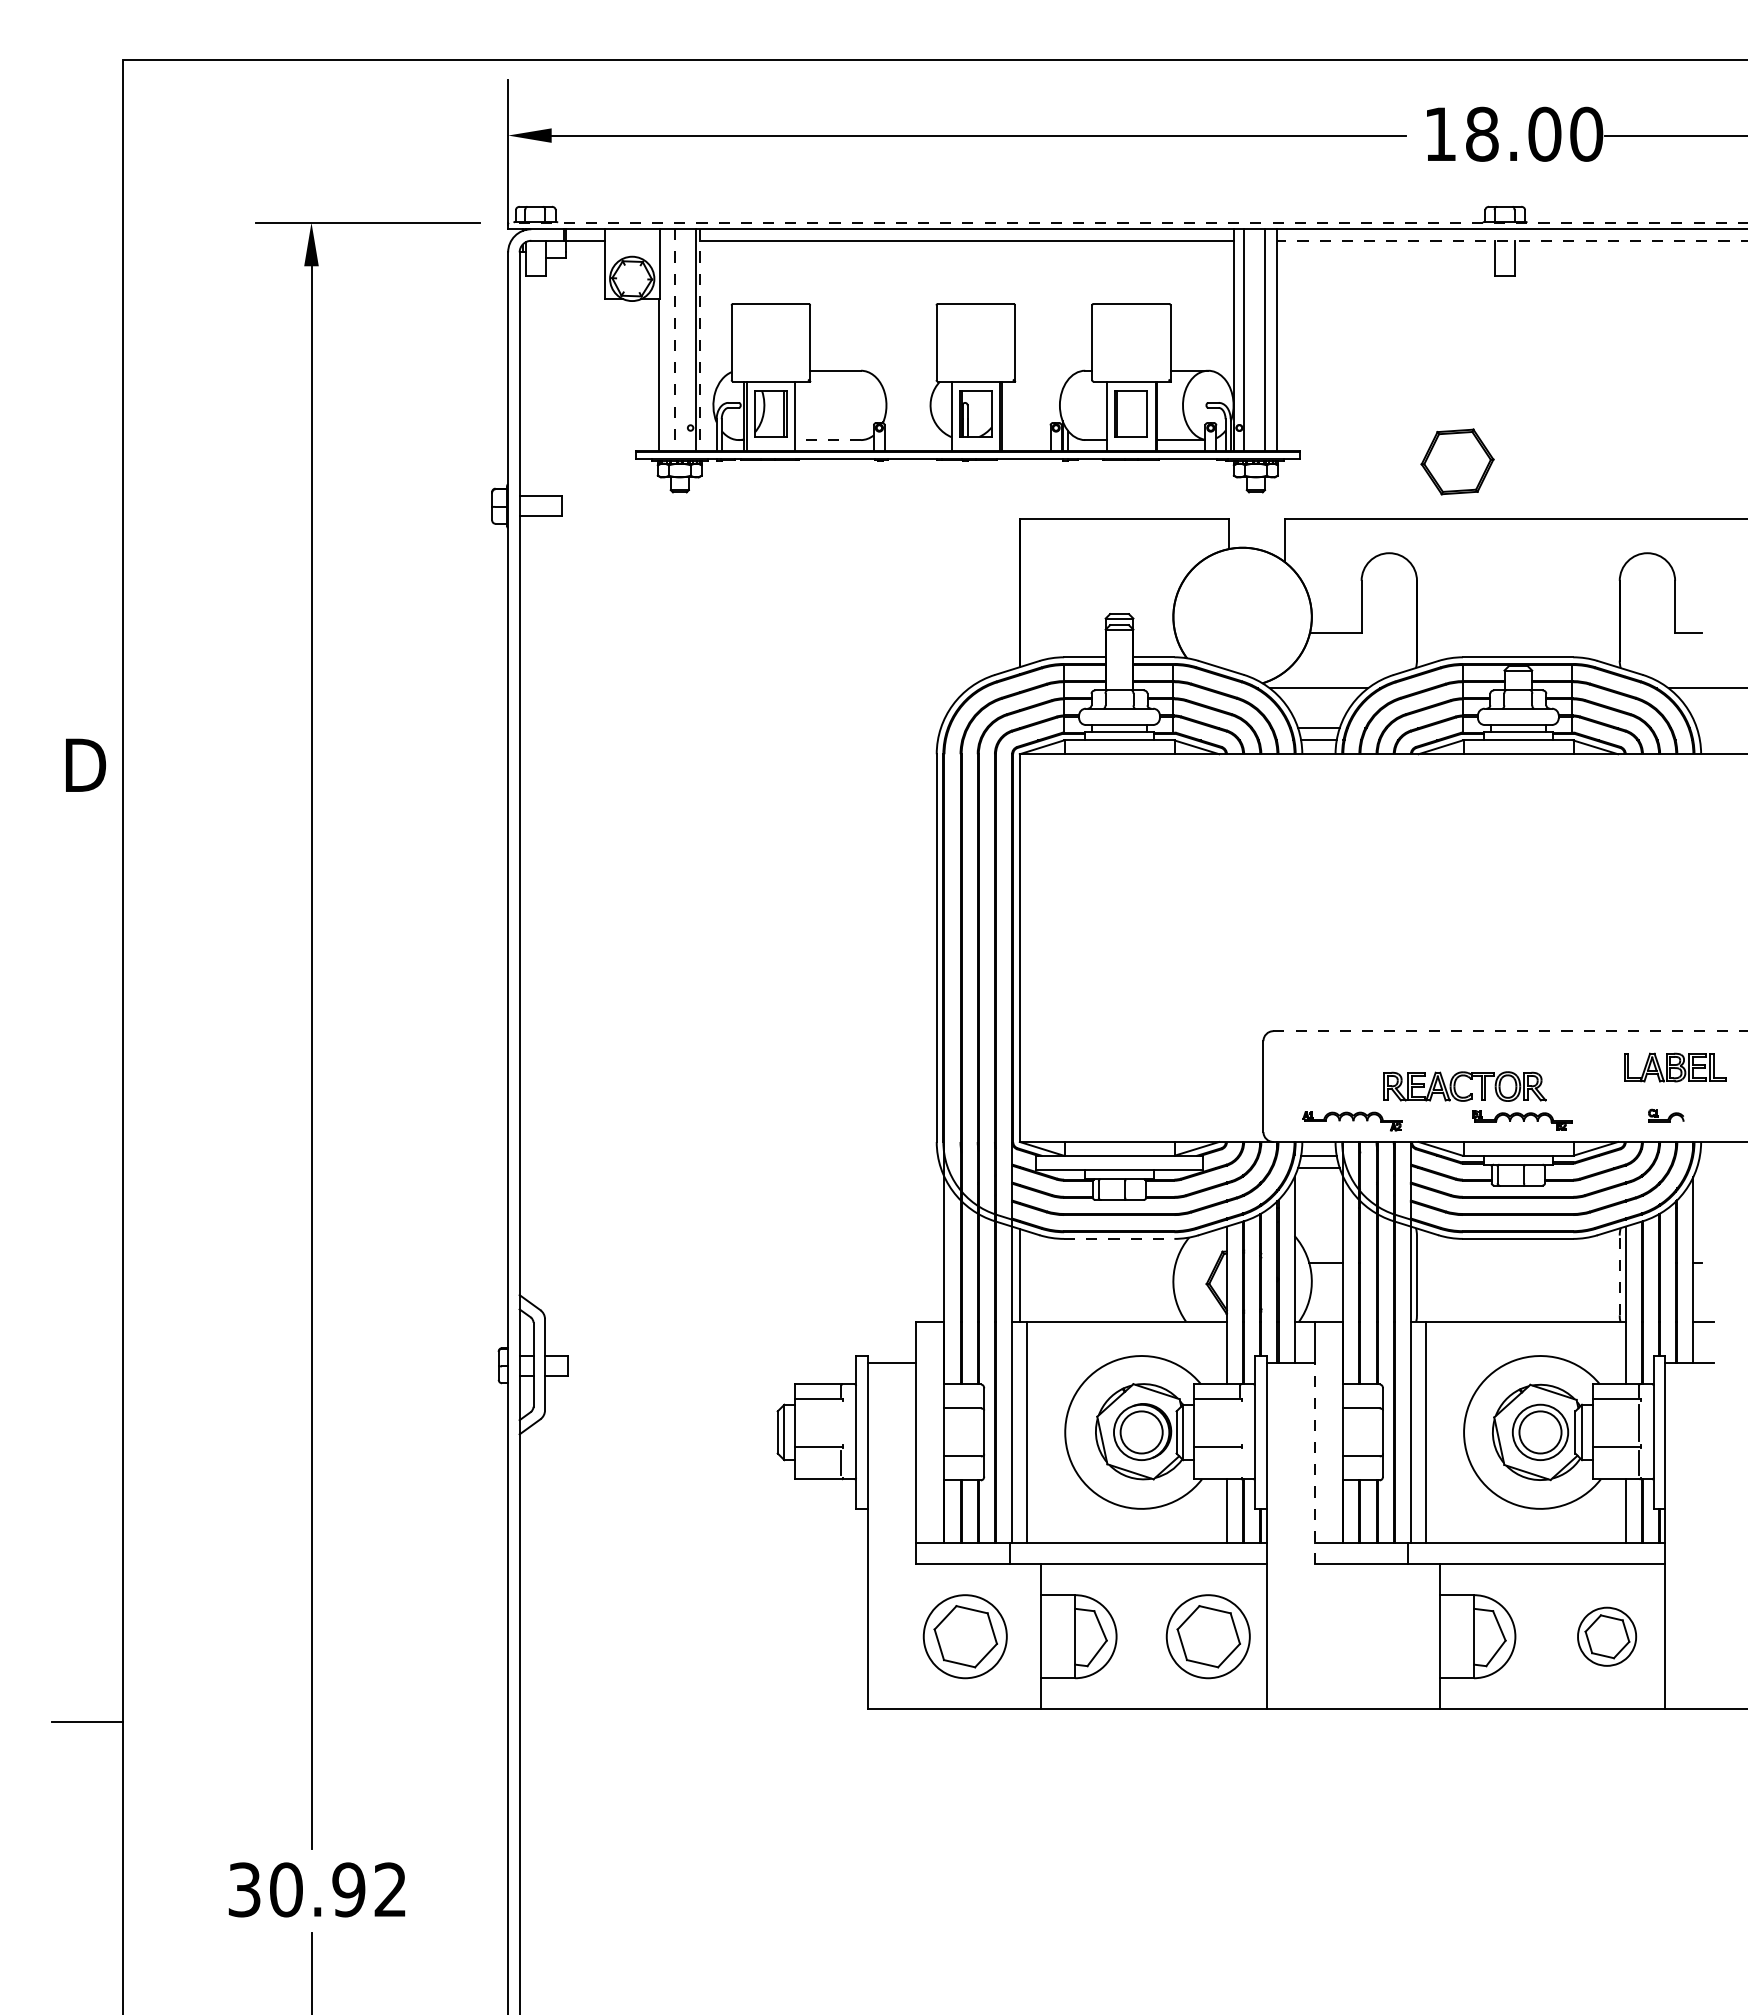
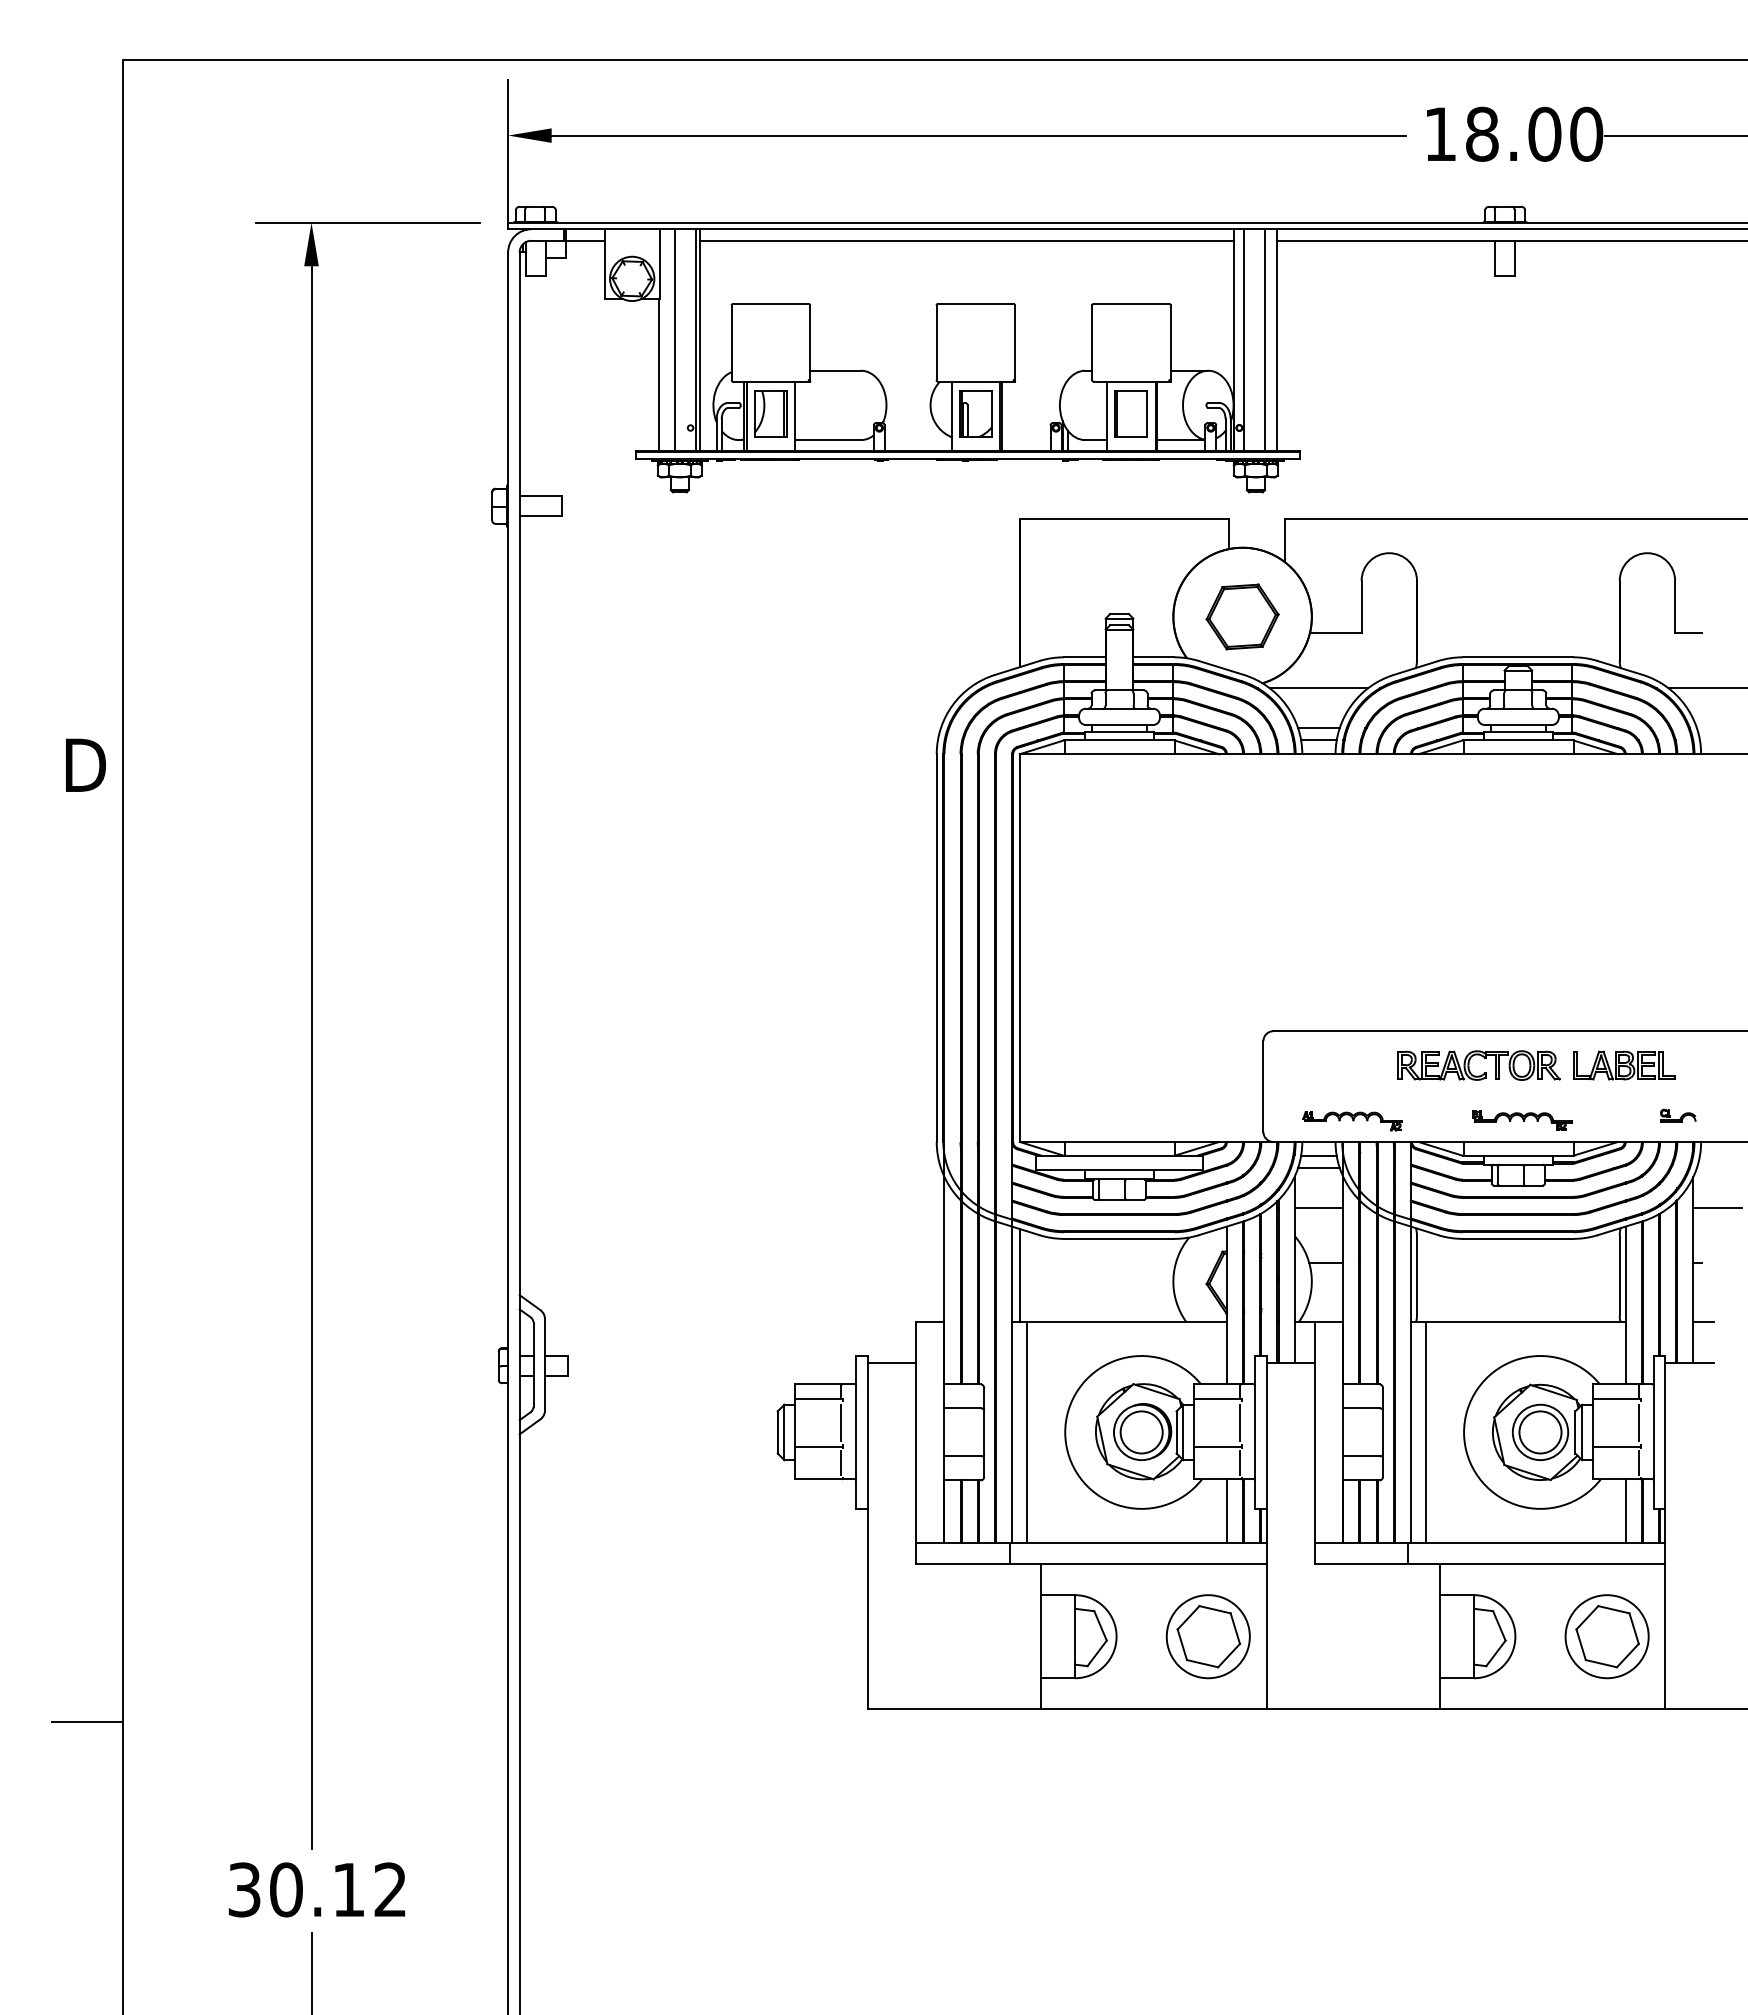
line at (1127, 222): dashed -> solid
line at (1512, 240): dashed -> solid
line at (675, 340): dashed -> solid
line at (700, 340): dashed -> solid
line at (828, 439): dashed -> solid
part at (1457, 461) position: (1457, 461) -> (1242, 616)
line at (1510, 1031): dashed -> solid
part at (1675, 1067) position: (1675, 1067) -> (1624, 1065)
part at (1455, 1086) position: (1455, 1086) -> (1469, 1065)
part at (1666, 1115) position: (1666, 1115) -> (1678, 1115)
line at (1318, 1207): none -> present
line at (1717, 1207): none -> present
line at (1119, 1238): dashed -> solid
line at (1619, 1275): dashed -> solid
line at (841, 1422): none -> present
line at (1240, 1422): none -> present
line at (1240, 1462): none -> present
line at (1315, 1463): dashed -> solid
part at (964, 1636): present -> none
part at (1607, 1636) size: 61x61 px -> 86x86 px
text at (348, 1889): 30.92 -> 30.12
